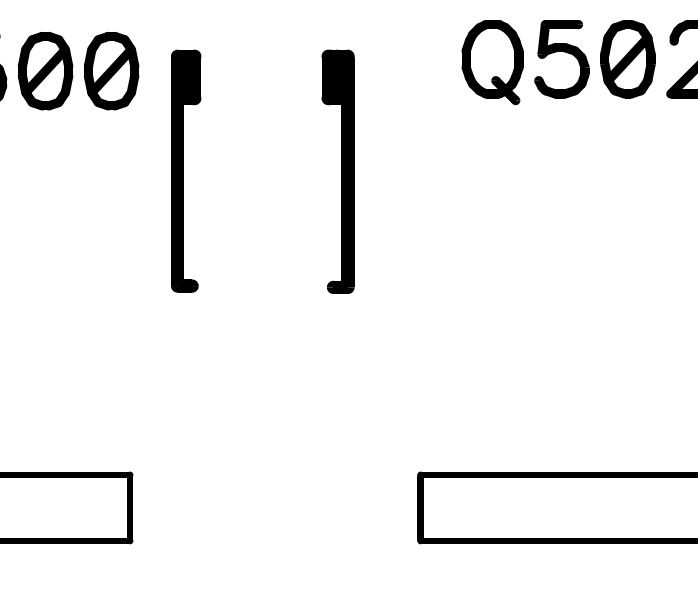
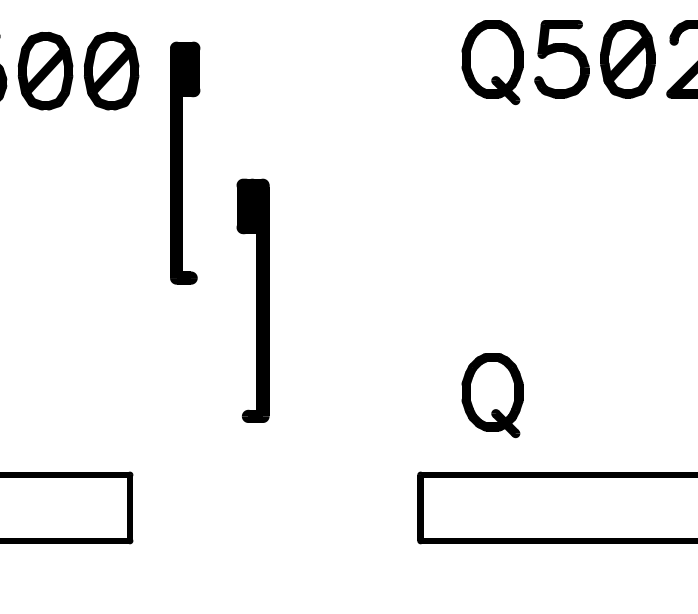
part at (186, 170) position: (186, 170) -> (185, 162)
part at (337, 171) position: (337, 171) -> (252, 300)
part at (492, 395): none -> present
